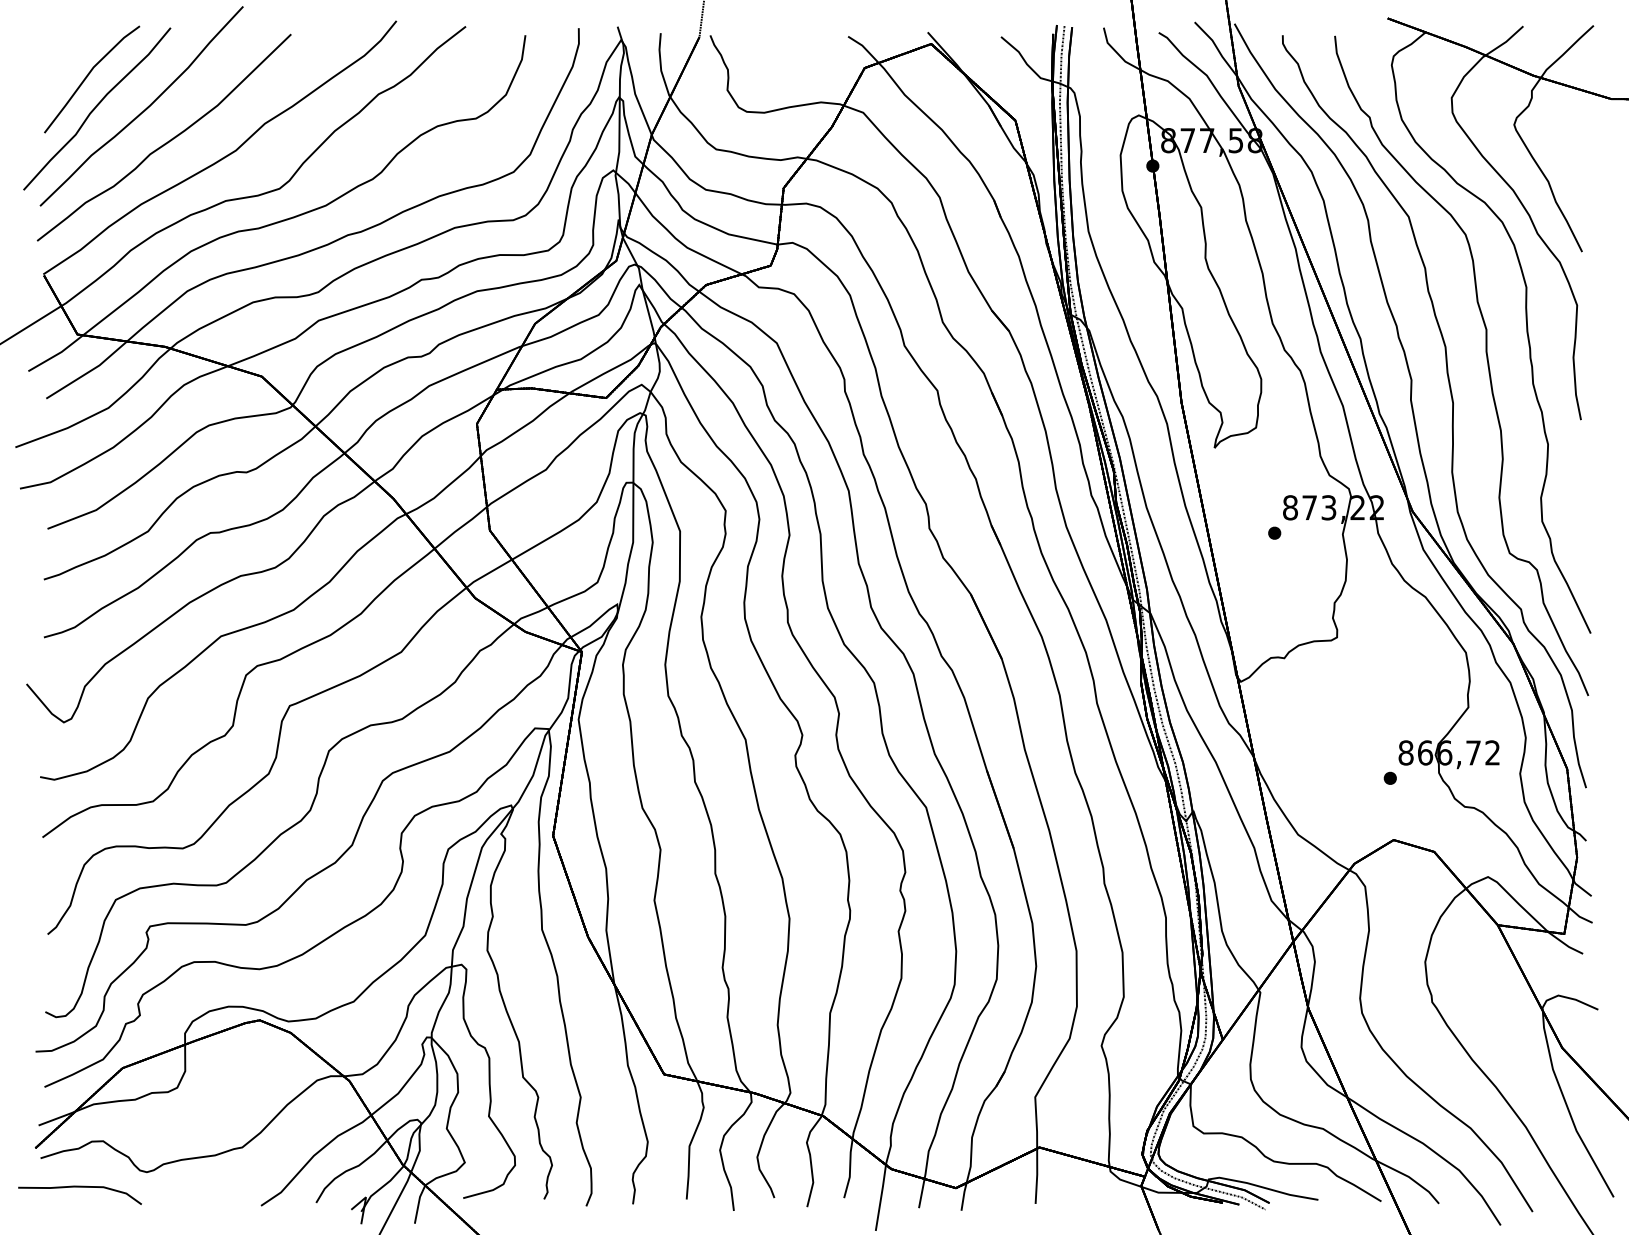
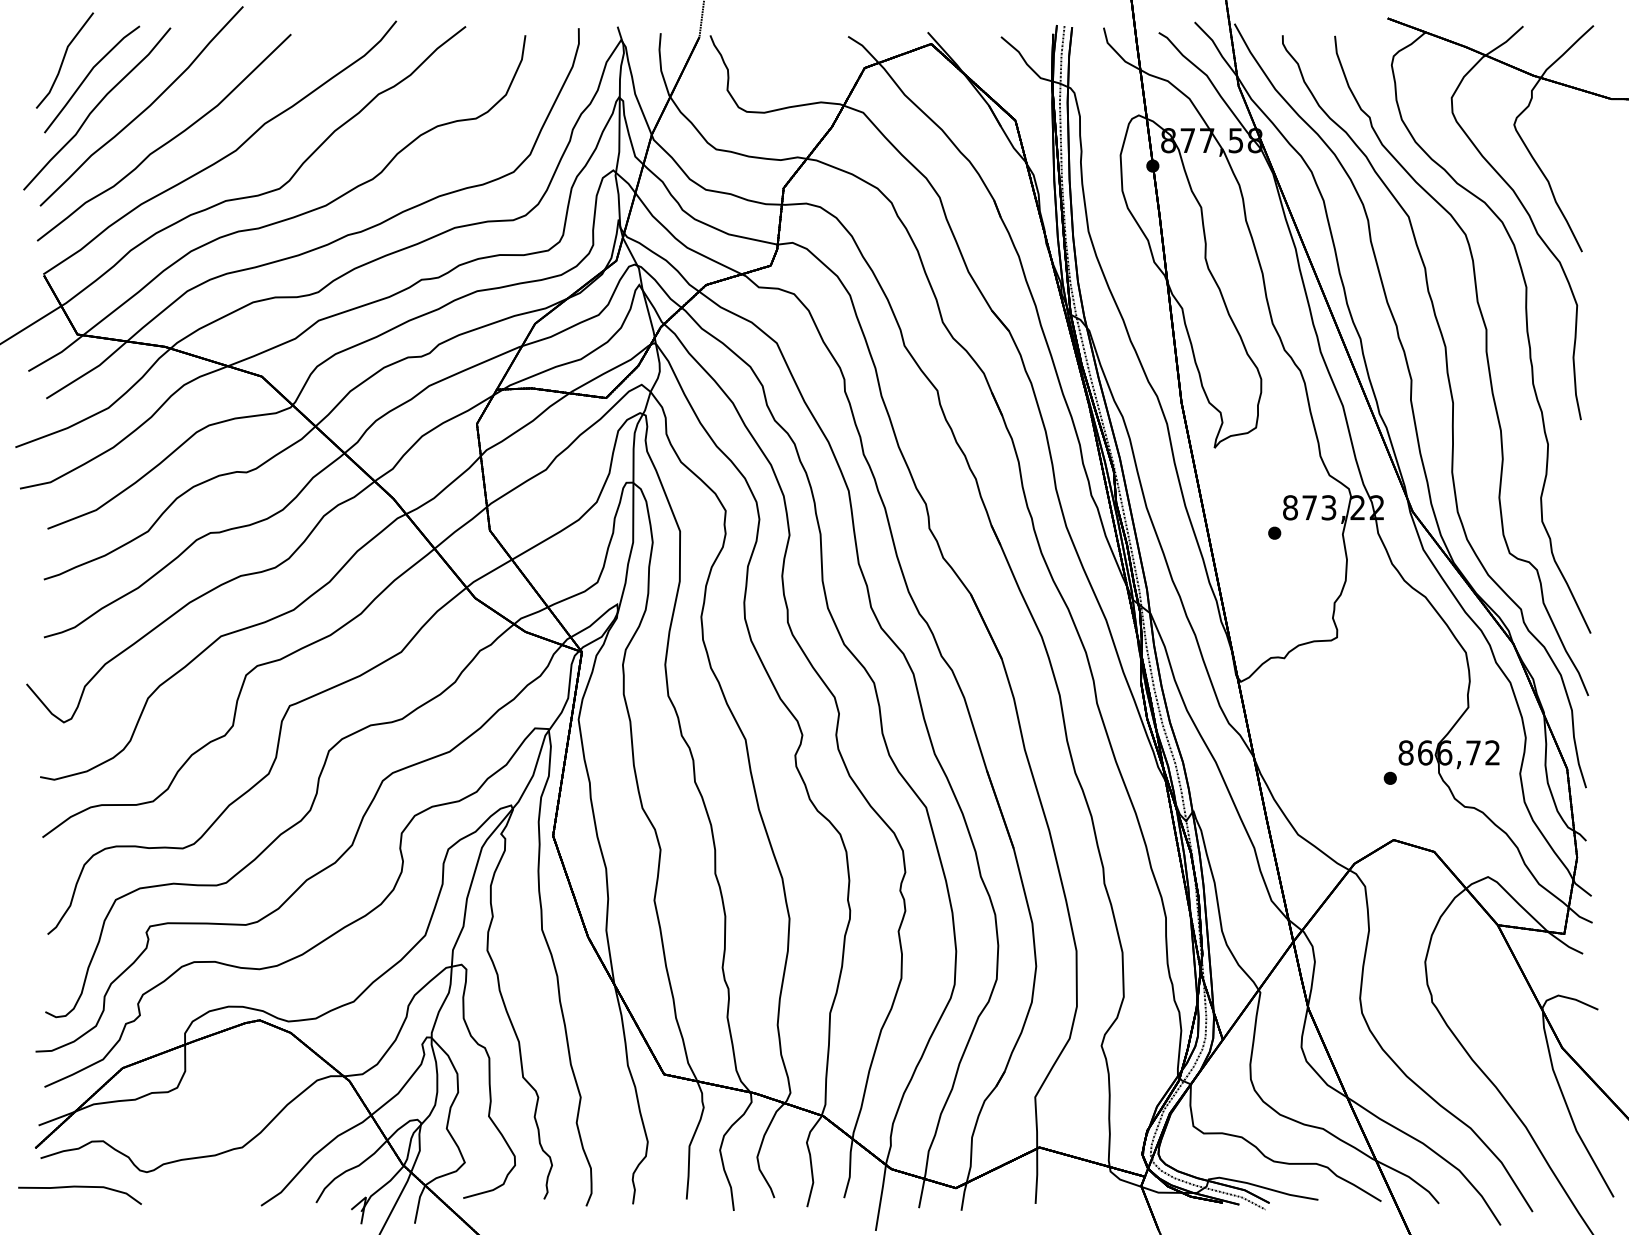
part at (64, 60): none -> present
